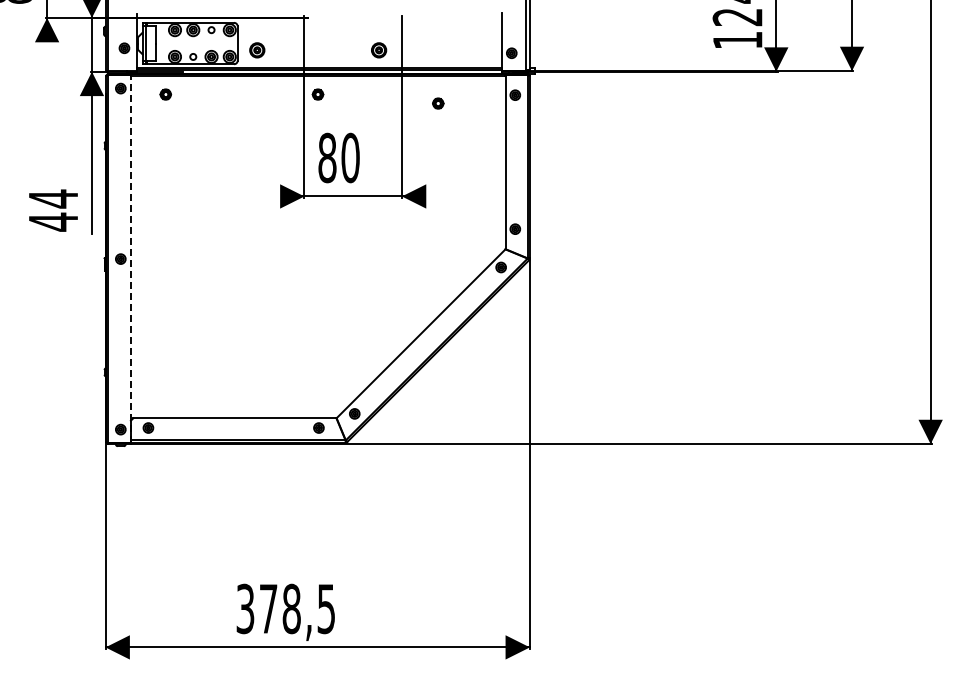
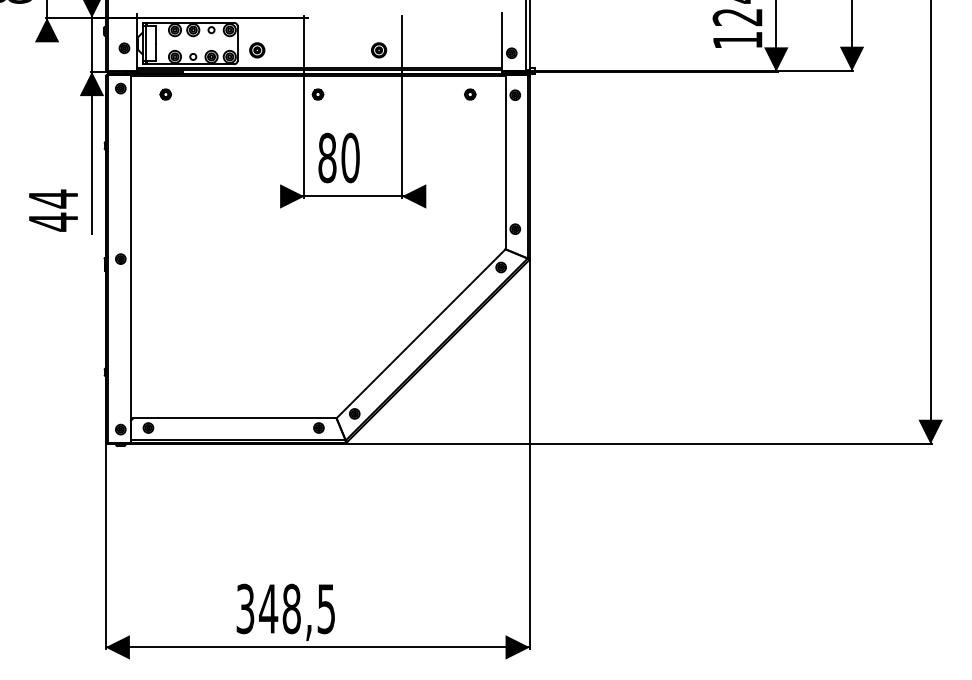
part at (438, 103) position: (438, 103) -> (470, 94)
line at (130, 259): dashed -> solid
text at (268, 608): 378,5 -> 348,5
